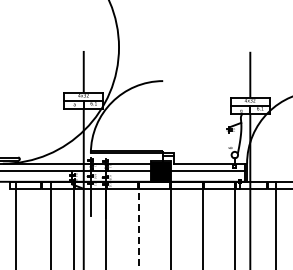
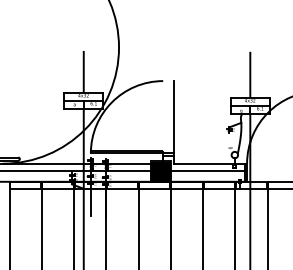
line at (173, 117): none -> present
line at (15, 223) position: (15, 223) -> (9, 223)
line at (50, 223) position: (50, 223) -> (41, 223)
line at (275, 223) position: (275, 223) -> (267, 223)
line at (138, 225): dashed -> solid
